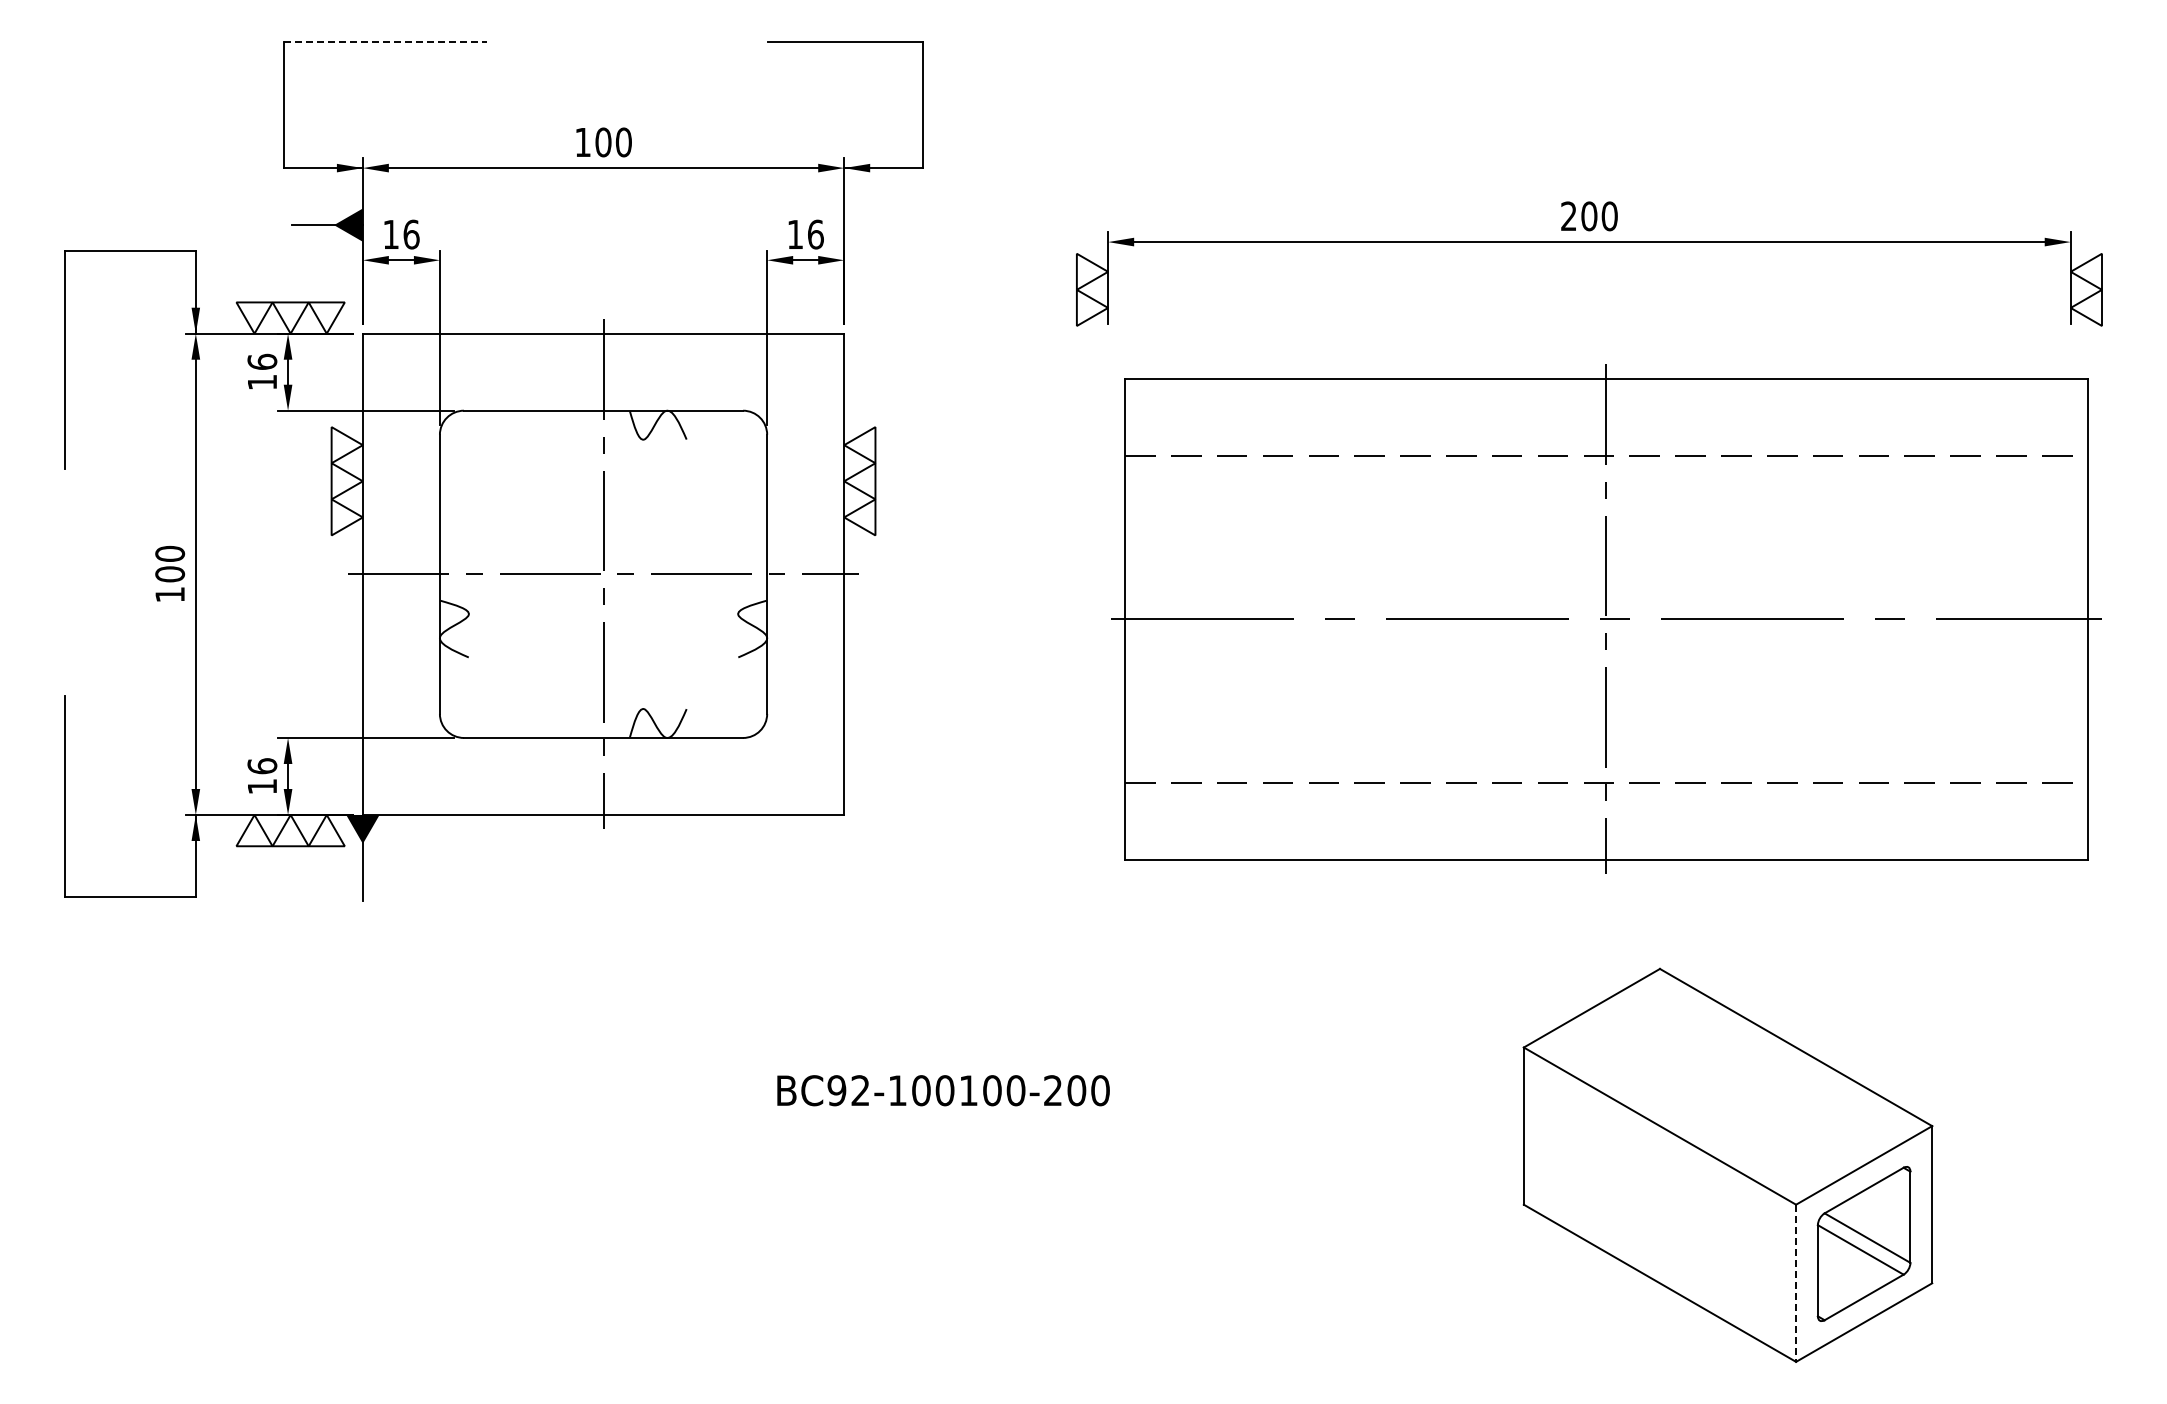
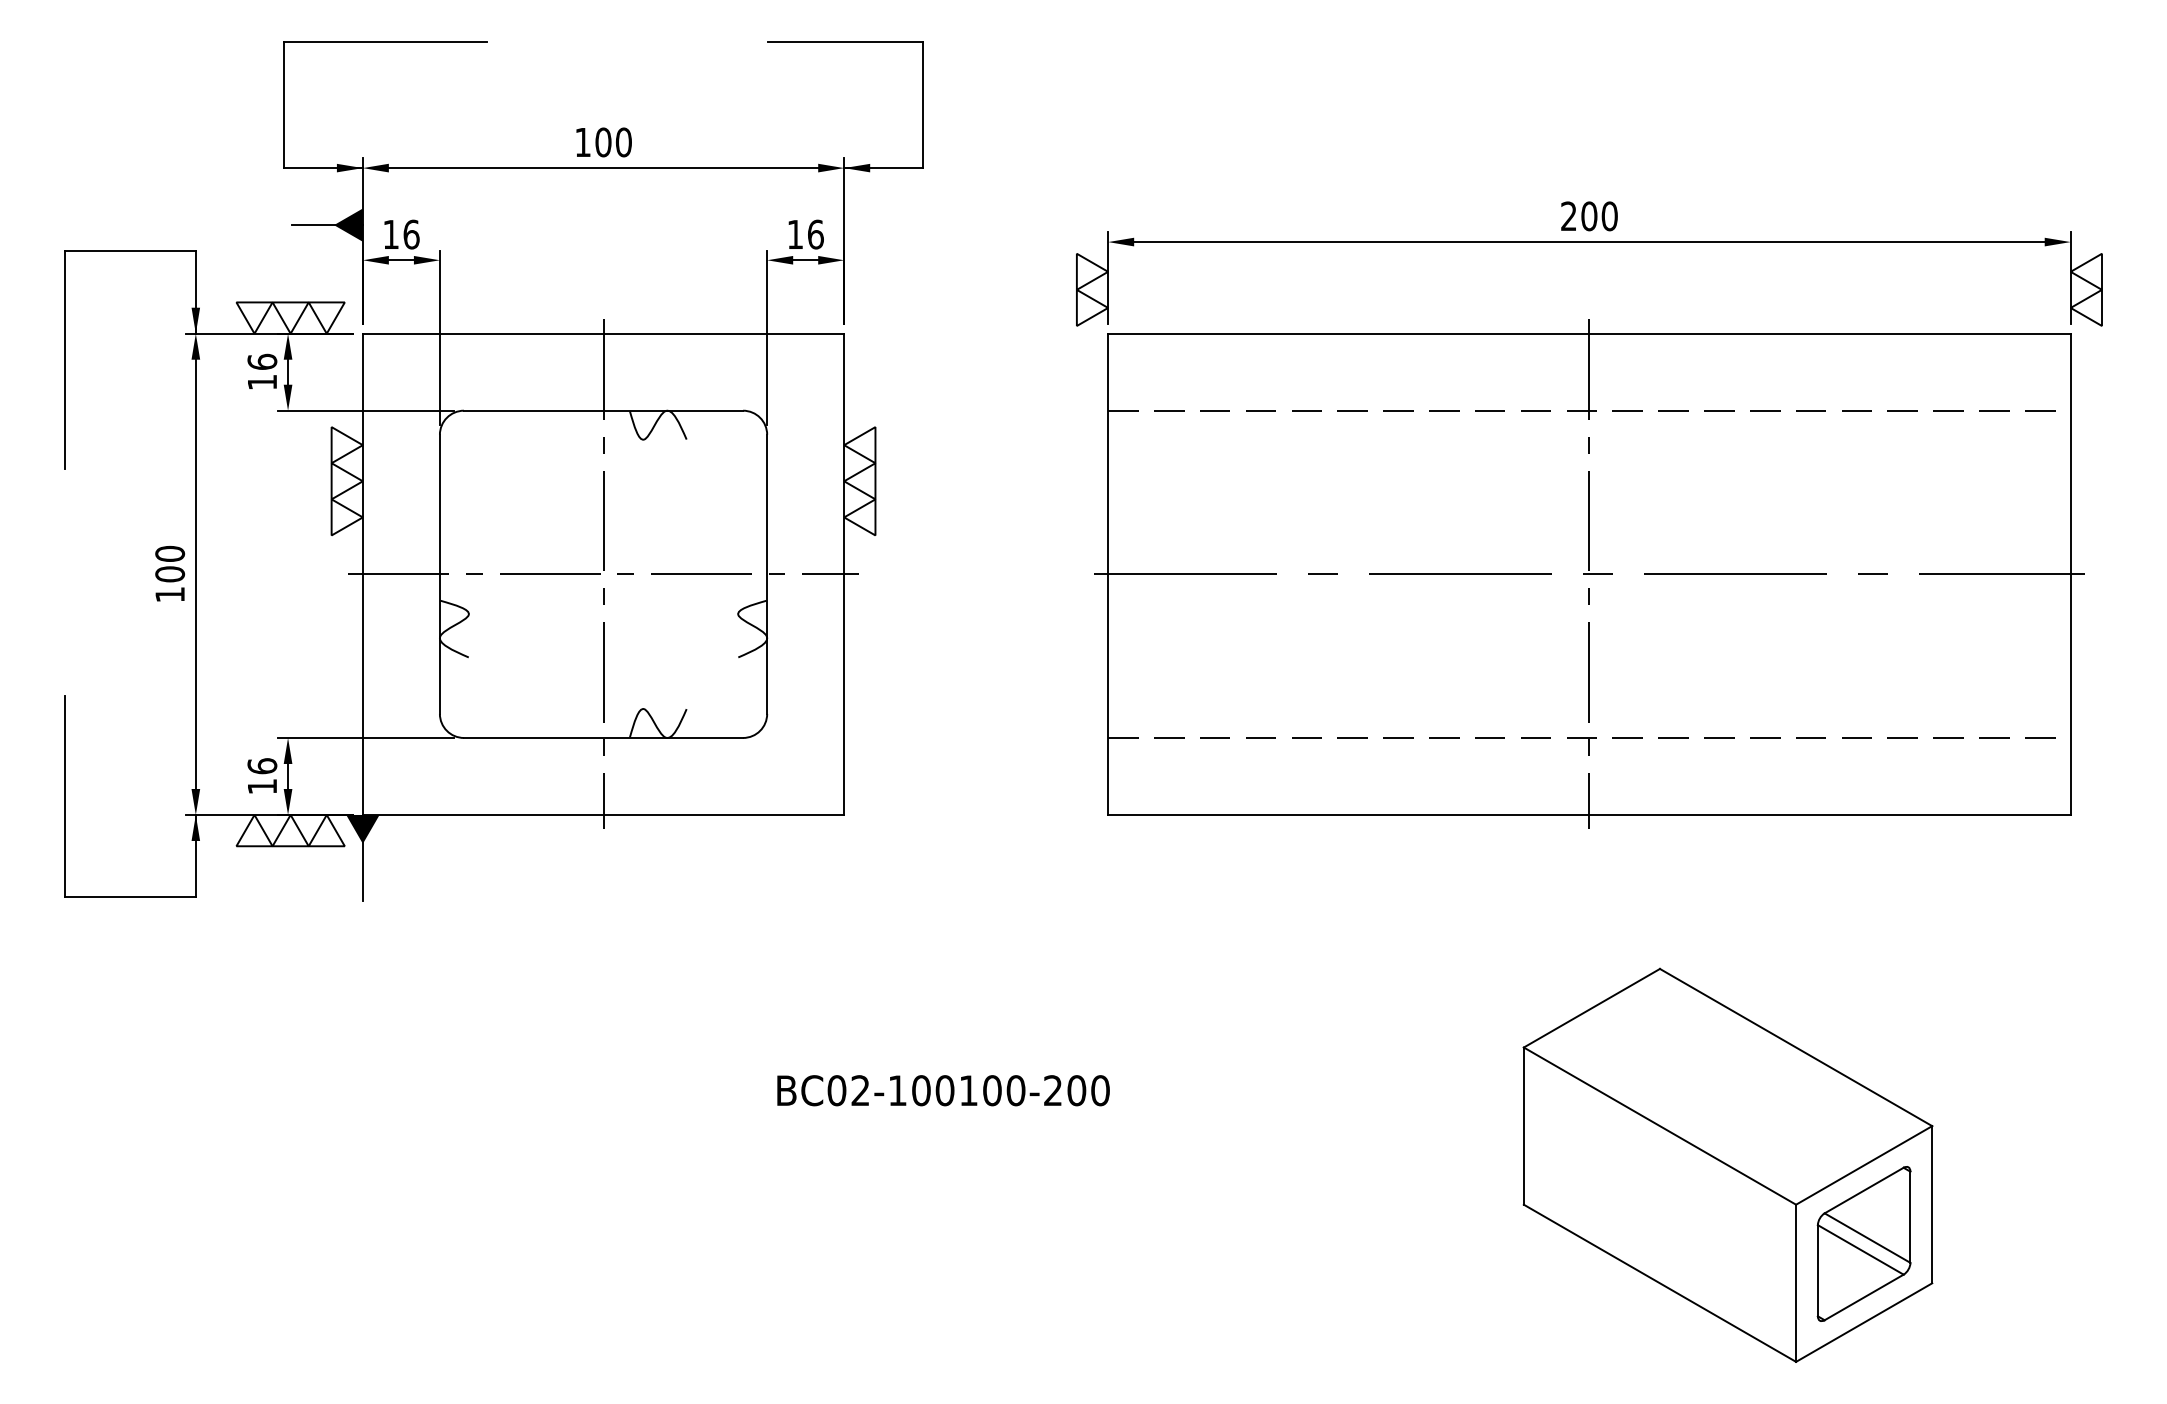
line at (386, 42): dashed -> solid
part at (1606, 618) position: (1606, 618) -> (1589, 573)
text at (836, 1090): BC92-100100-200 -> BC02-100100-200
line at (1796, 1283): dashed -> solid
